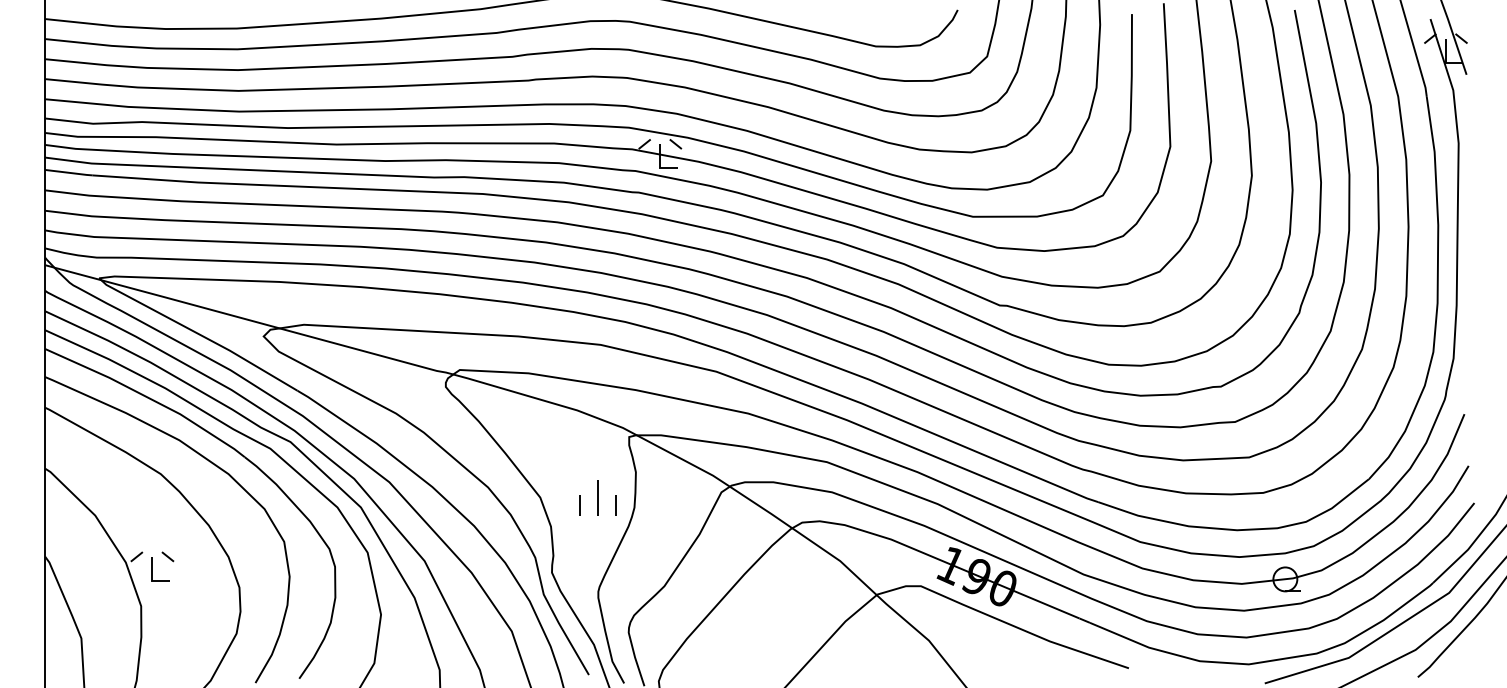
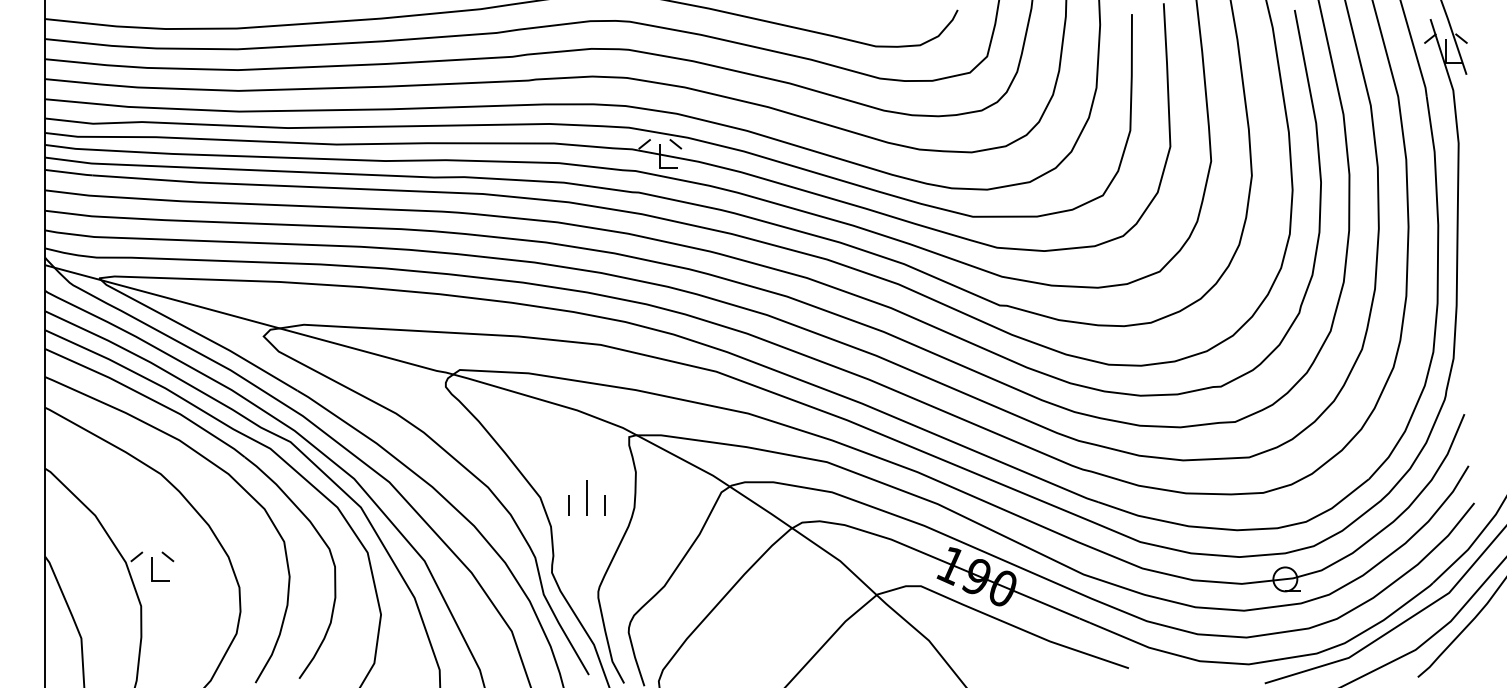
part at (597, 497) position: (597, 497) -> (586, 497)
